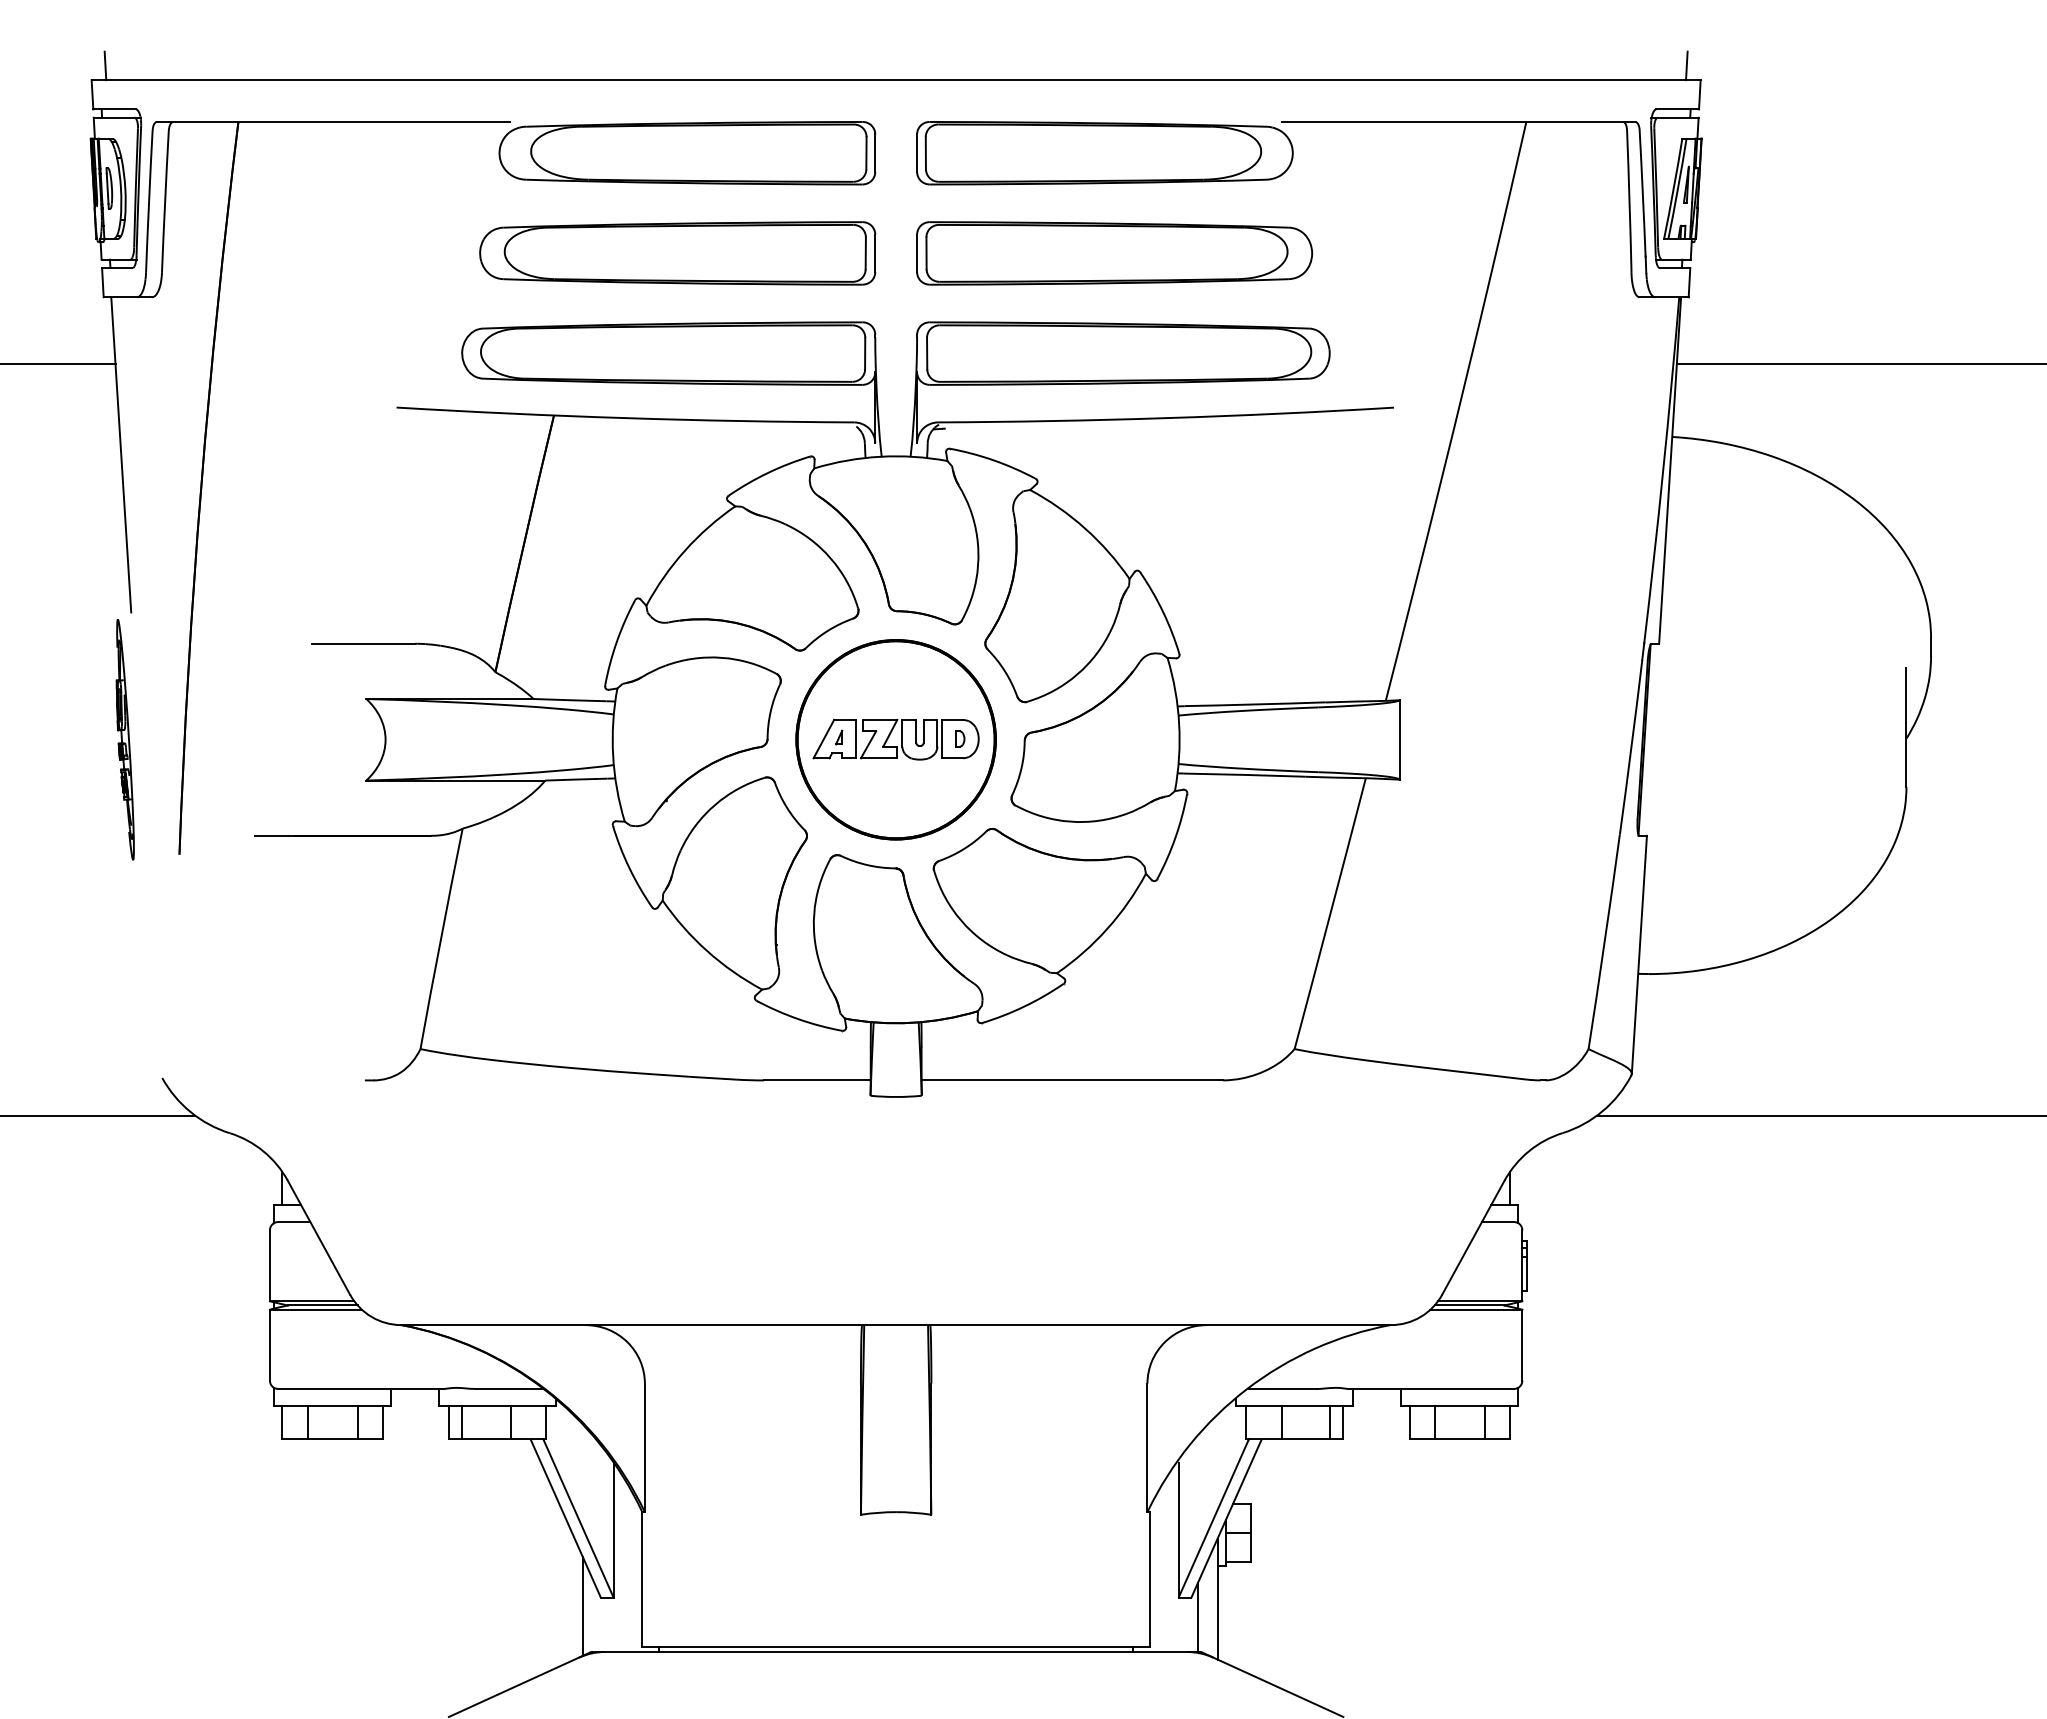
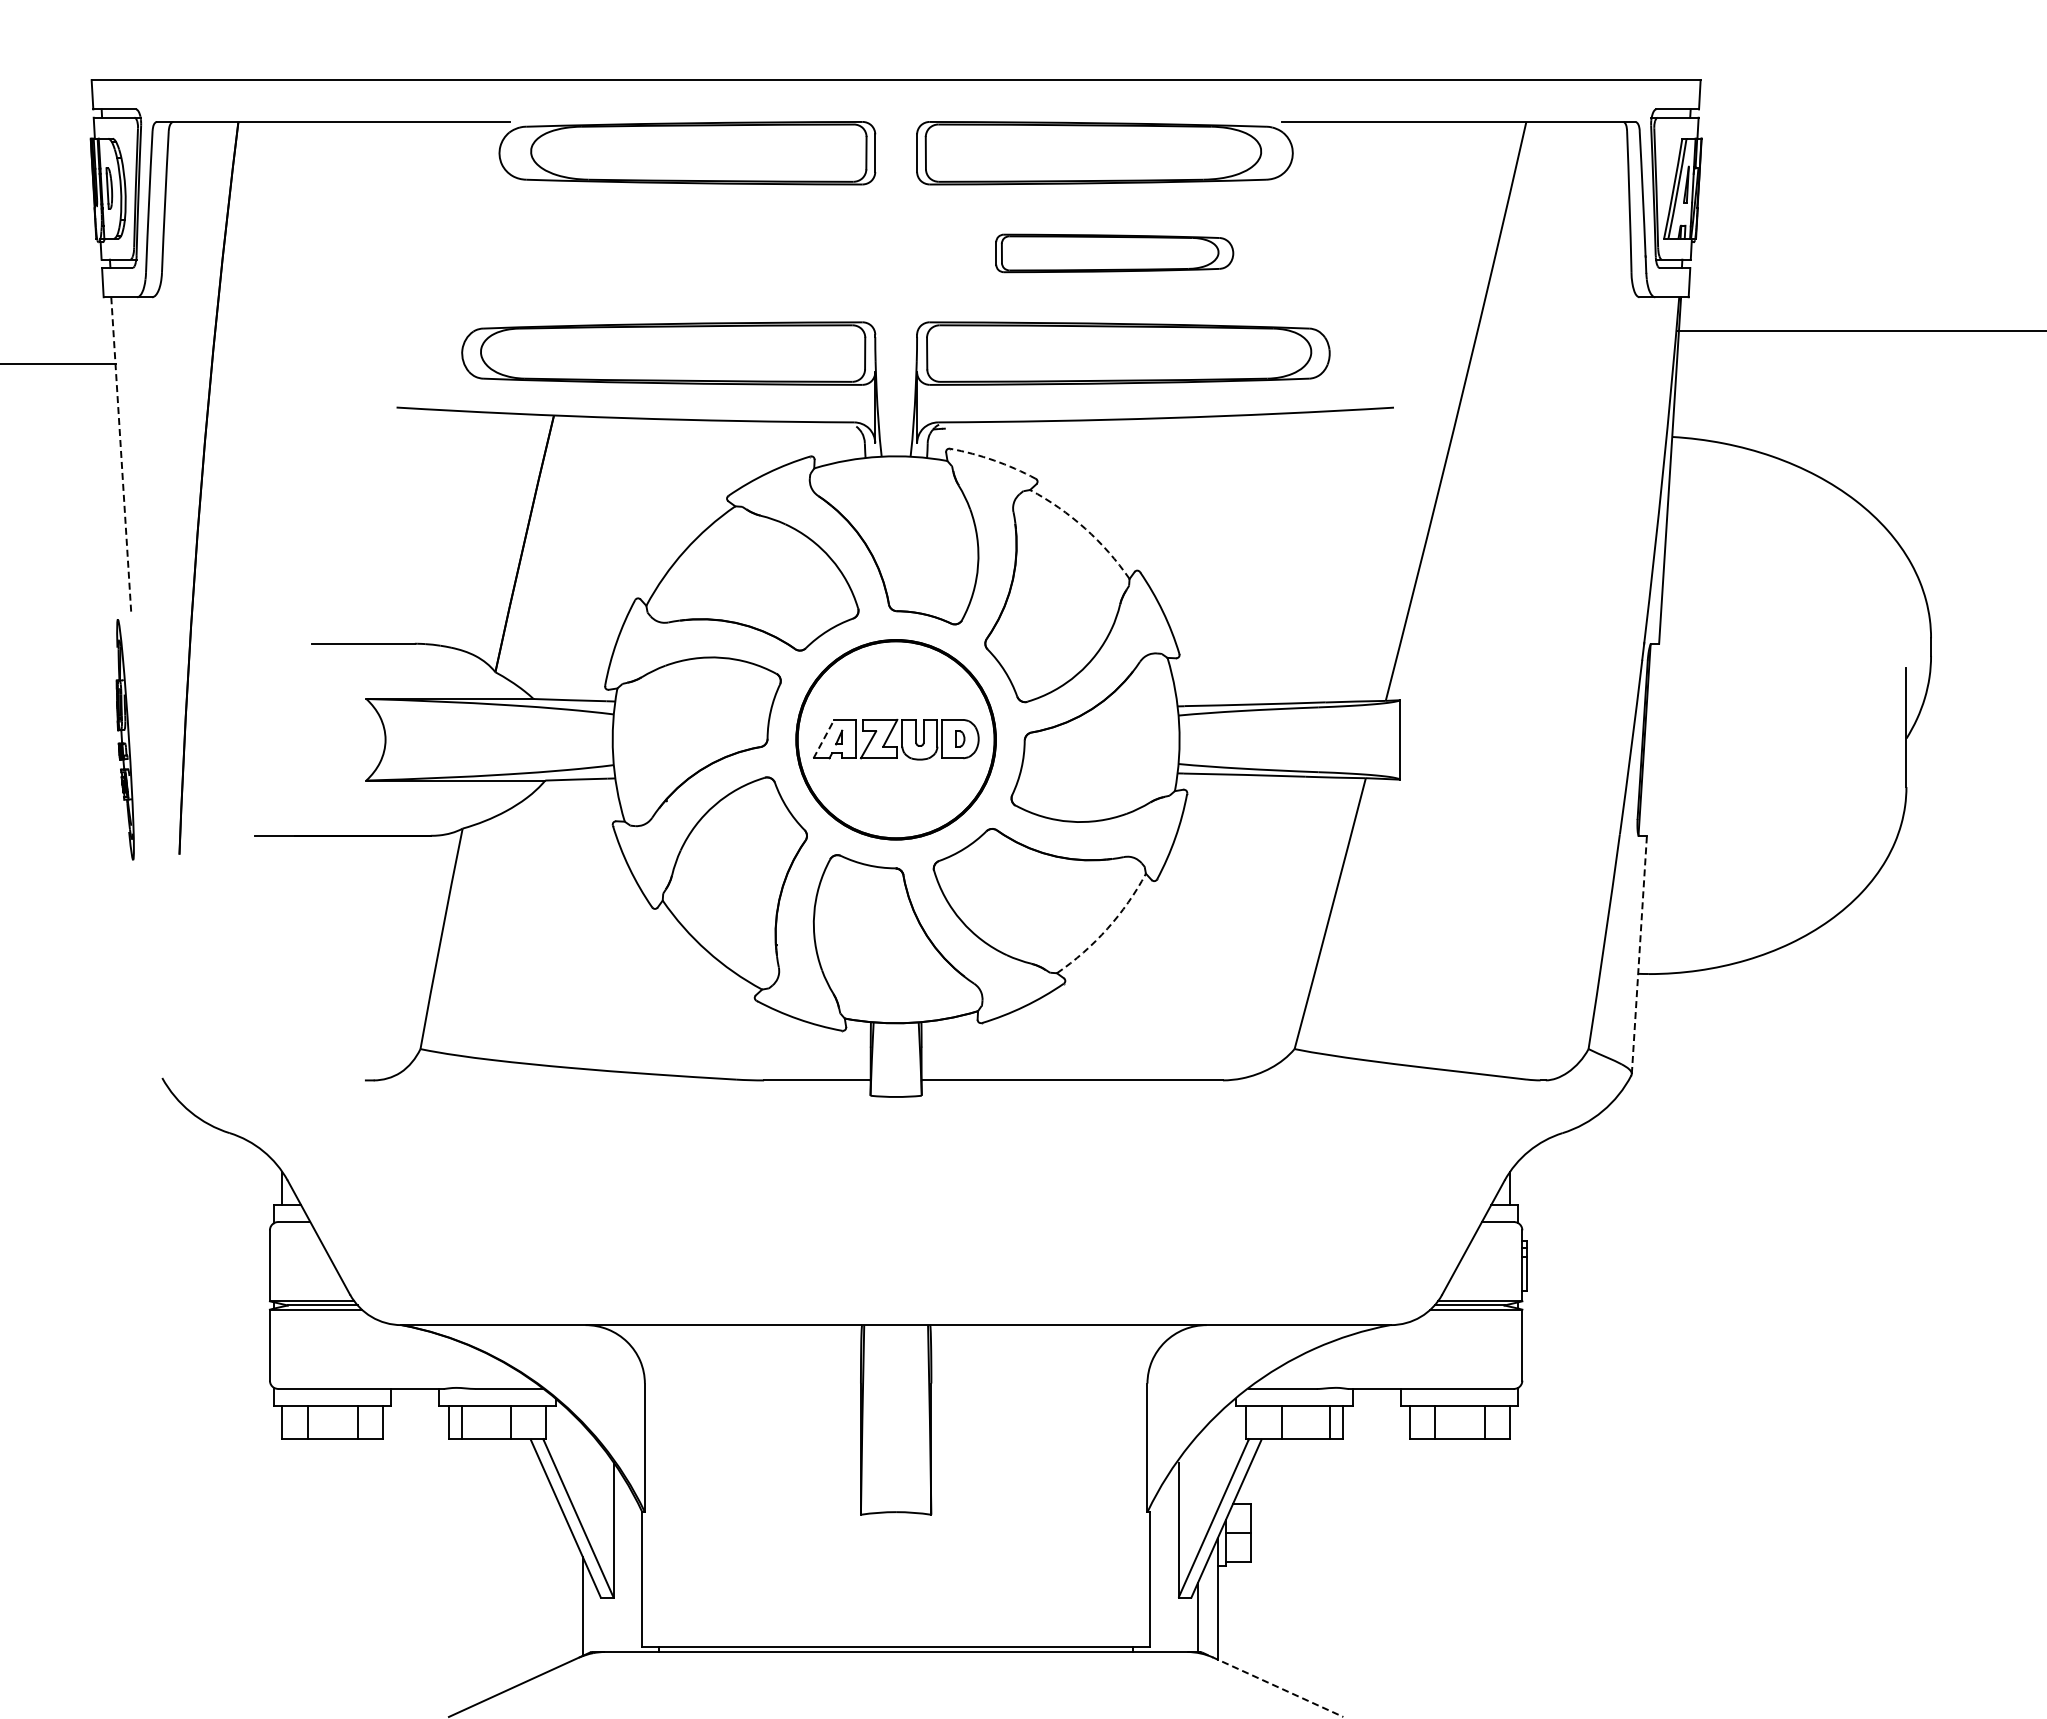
line at (105, 65): present -> none
line at (1686, 65): present -> none
part at (677, 253): present -> none
part at (1114, 253) size: 398x65 px -> 240x41 px
line at (1859, 364) position: (1859, 364) -> (1859, 331)
line at (121, 454): solid -> dashed
arc at (994, 460): solid -> dashed
arc at (1085, 528): solid -> dashed
line at (823, 739): solid -> dashed
arc at (1107, 928): solid -> dashed
line at (1639, 954): solid -> dashed
line at (98, 1115): present -> none
line at (1820, 1115): present -> none
line at (1272, 1684): solid -> dashed
